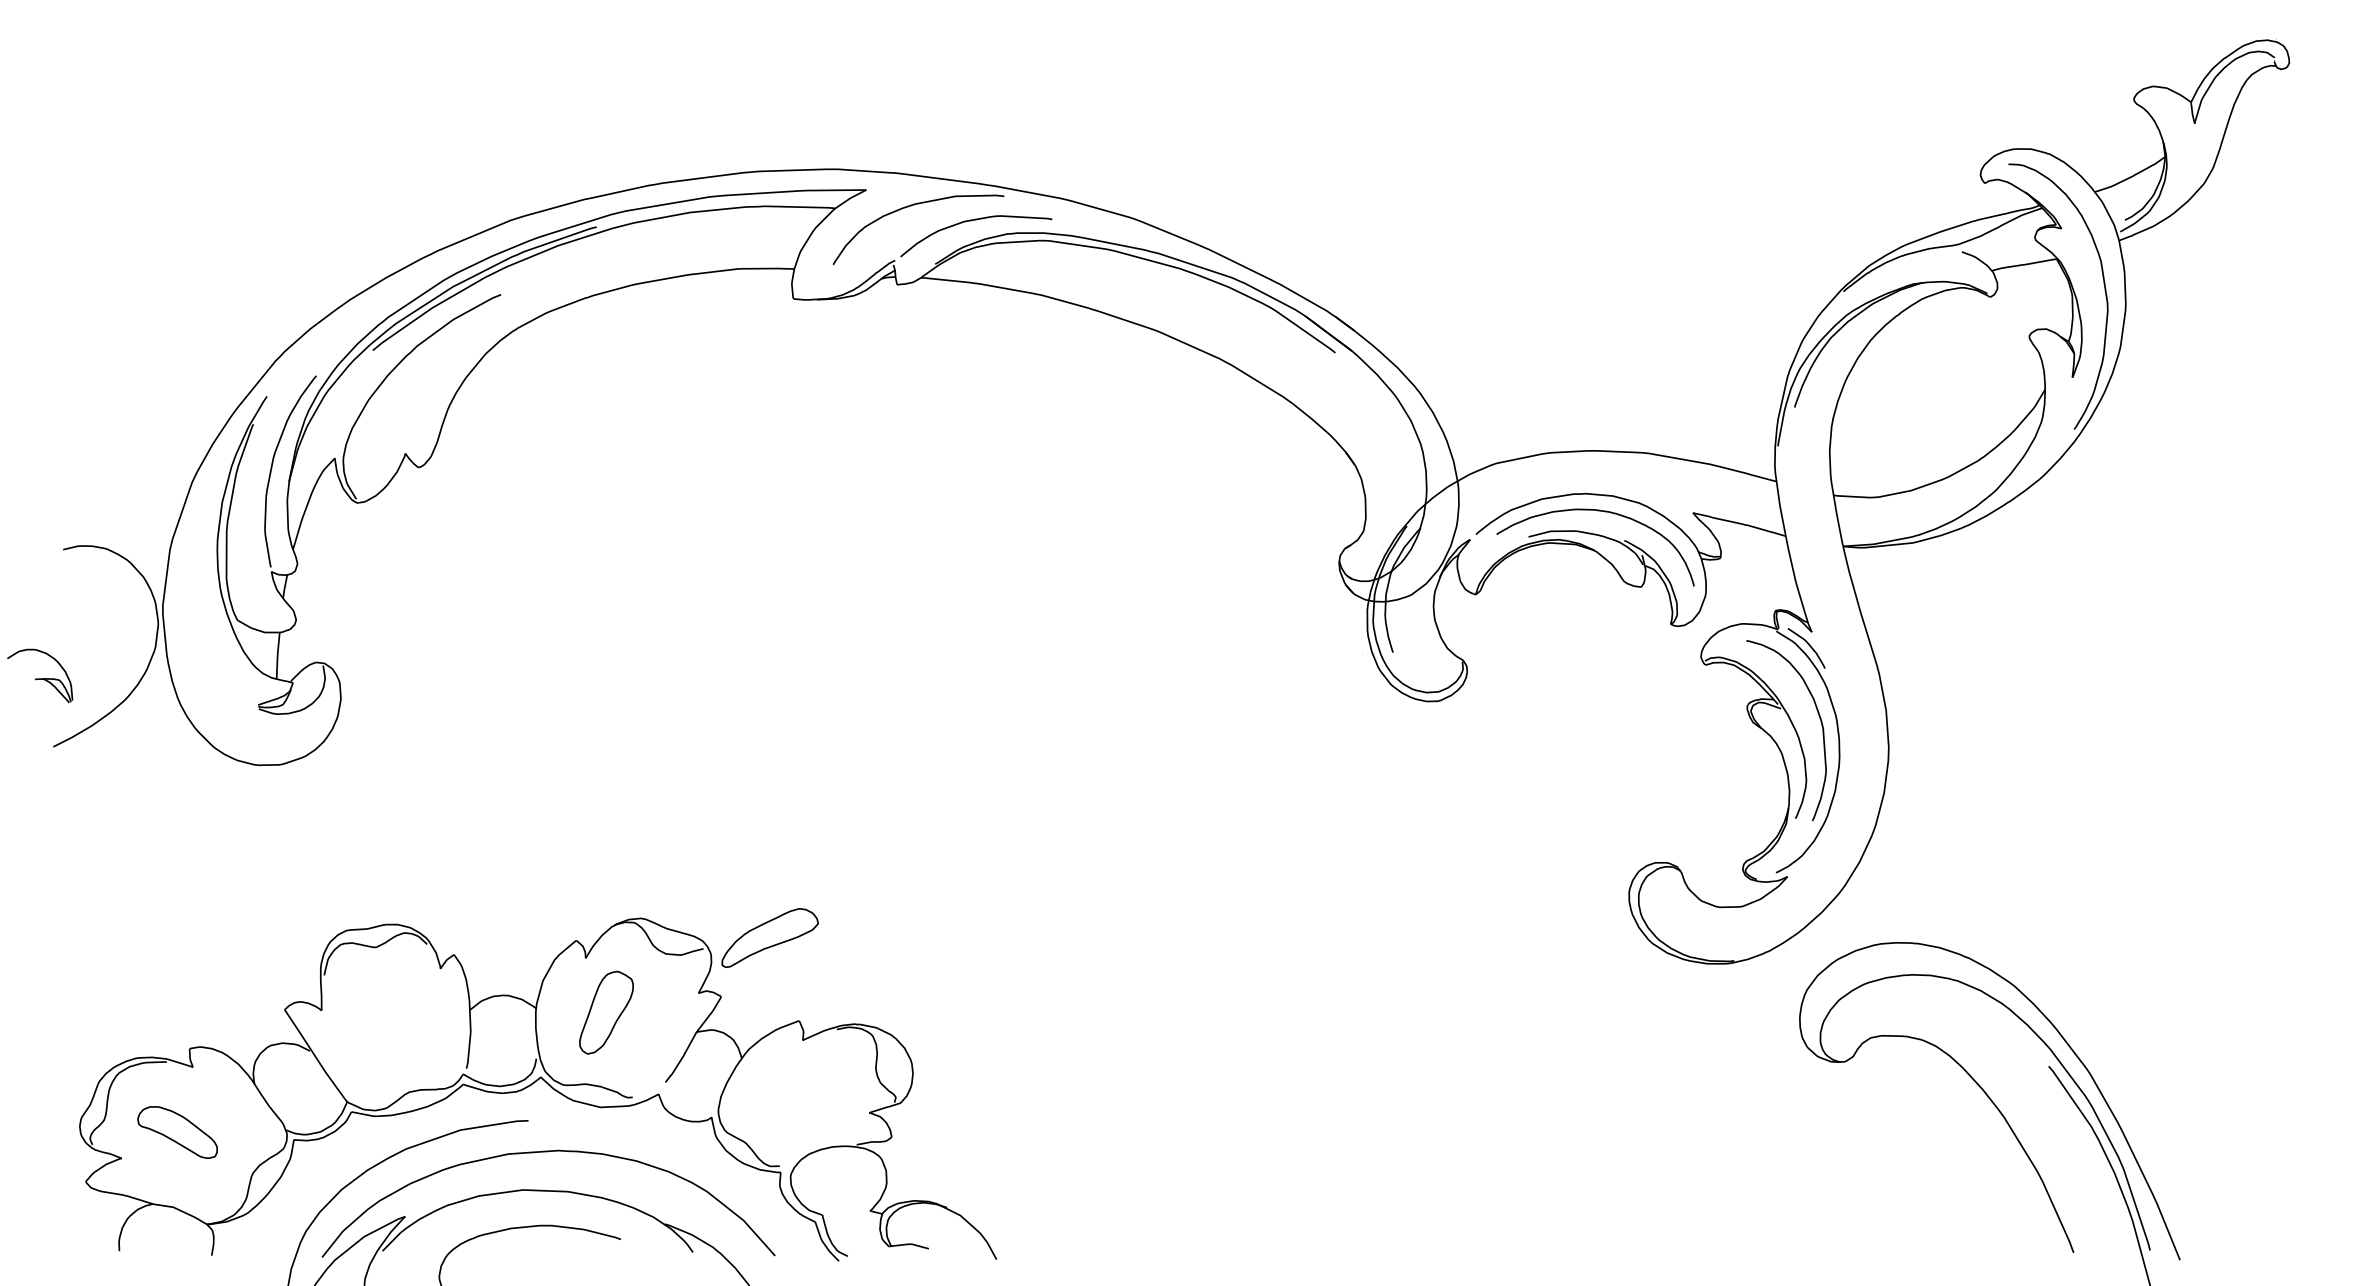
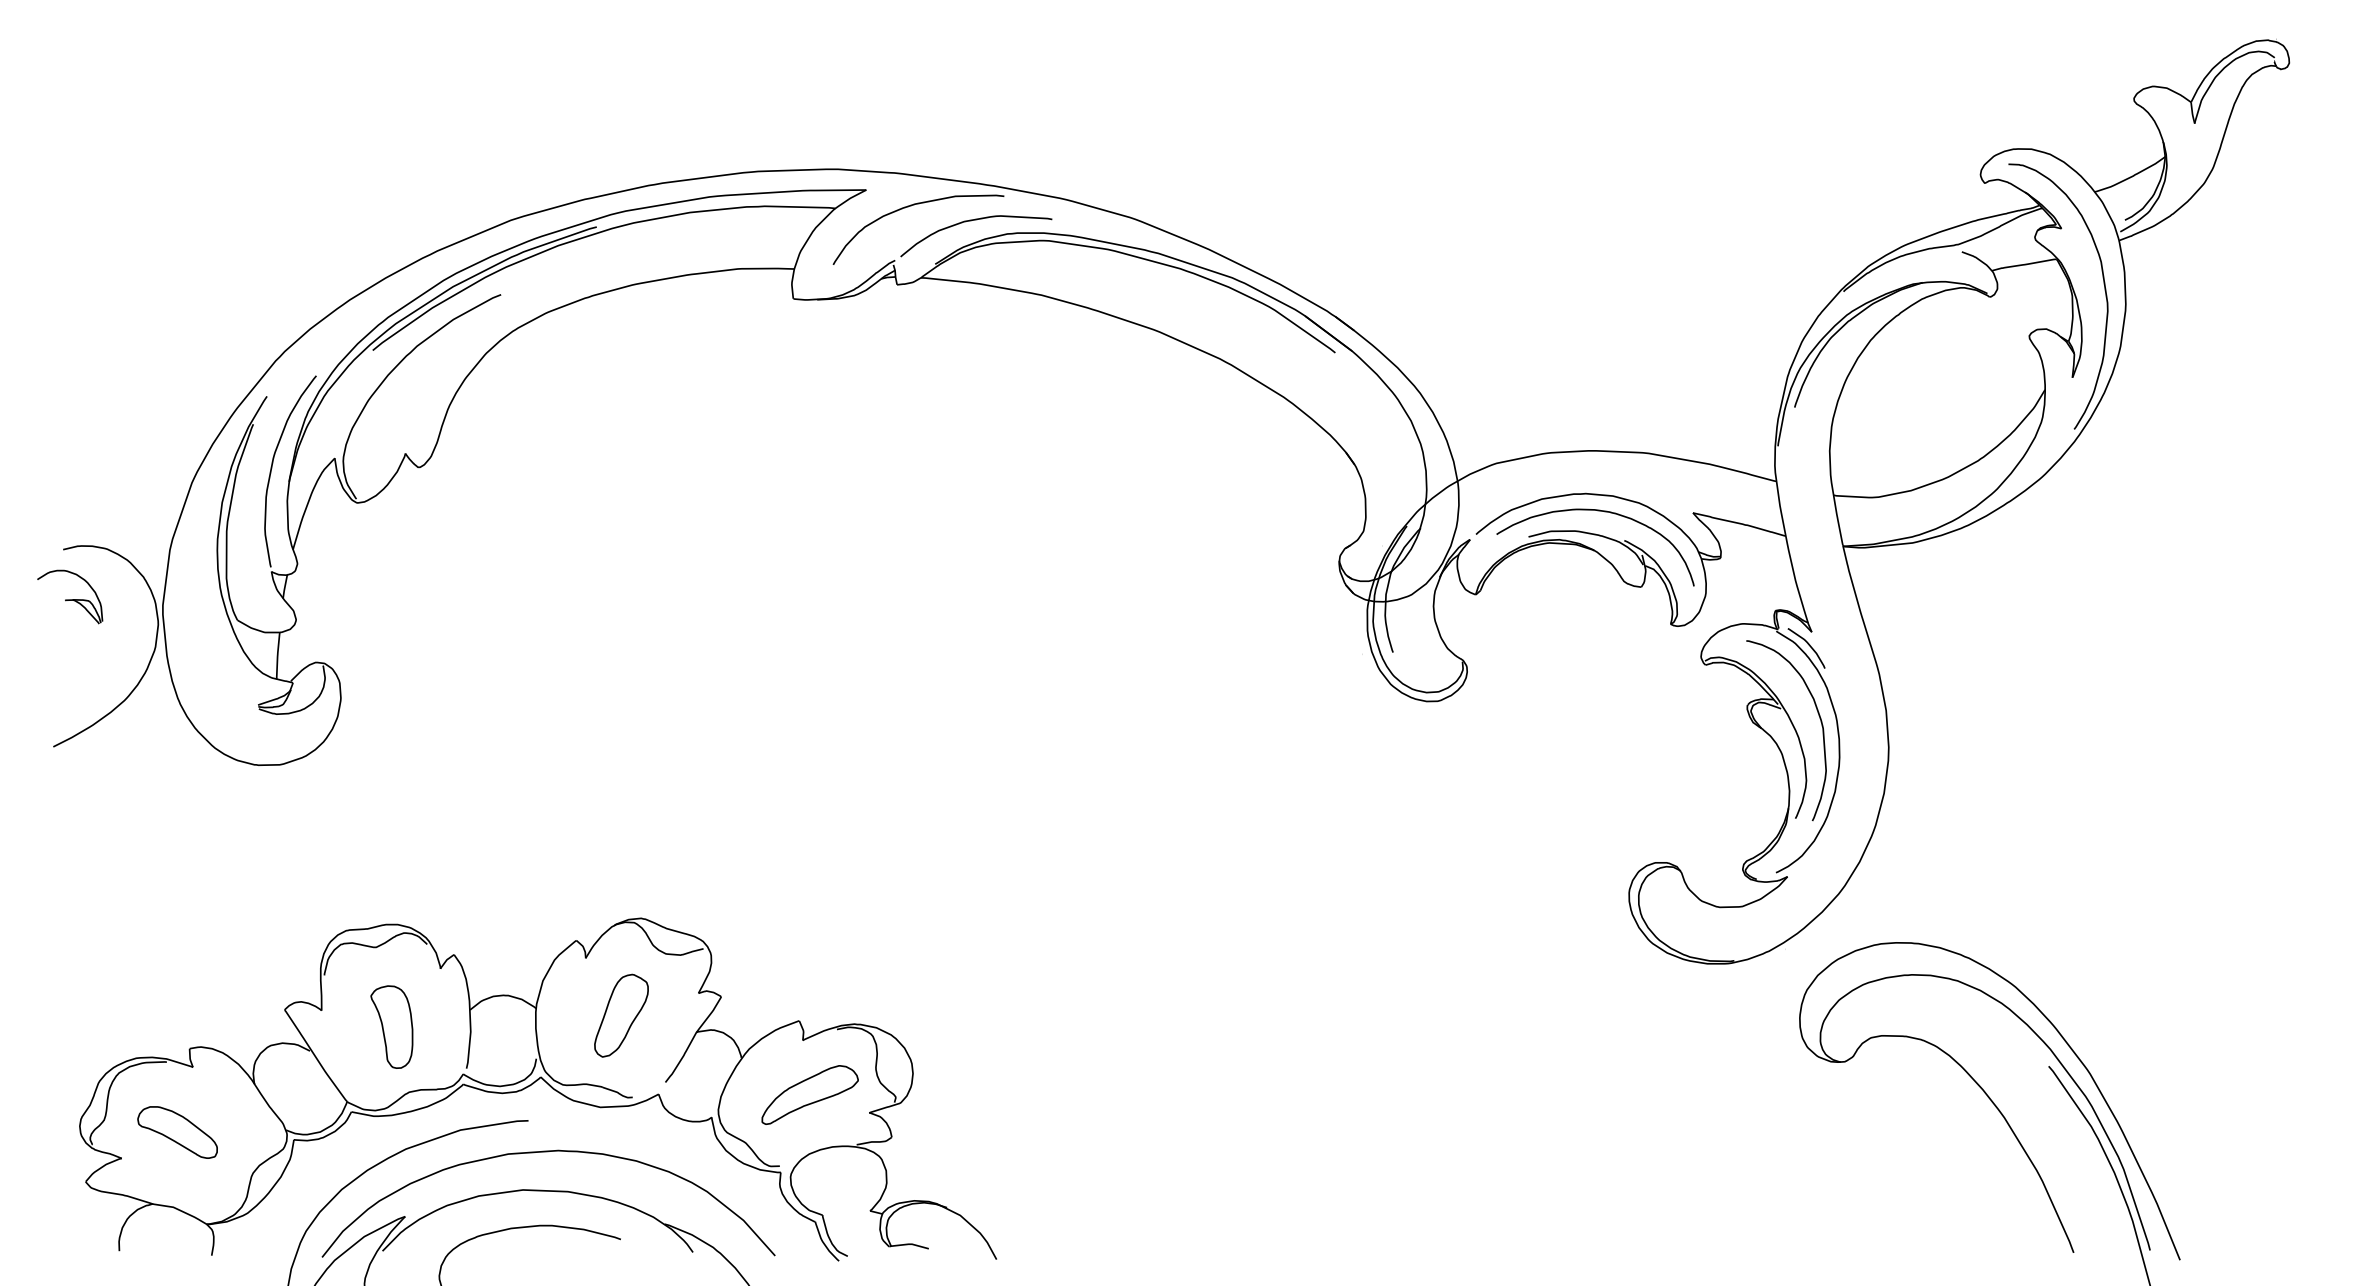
part at (40, 675) position: (40, 675) -> (70, 596)
part at (769, 937) position: (769, 937) -> (809, 1094)
part at (606, 1012) position: (606, 1012) -> (621, 1015)
part at (391, 1026): none -> present
